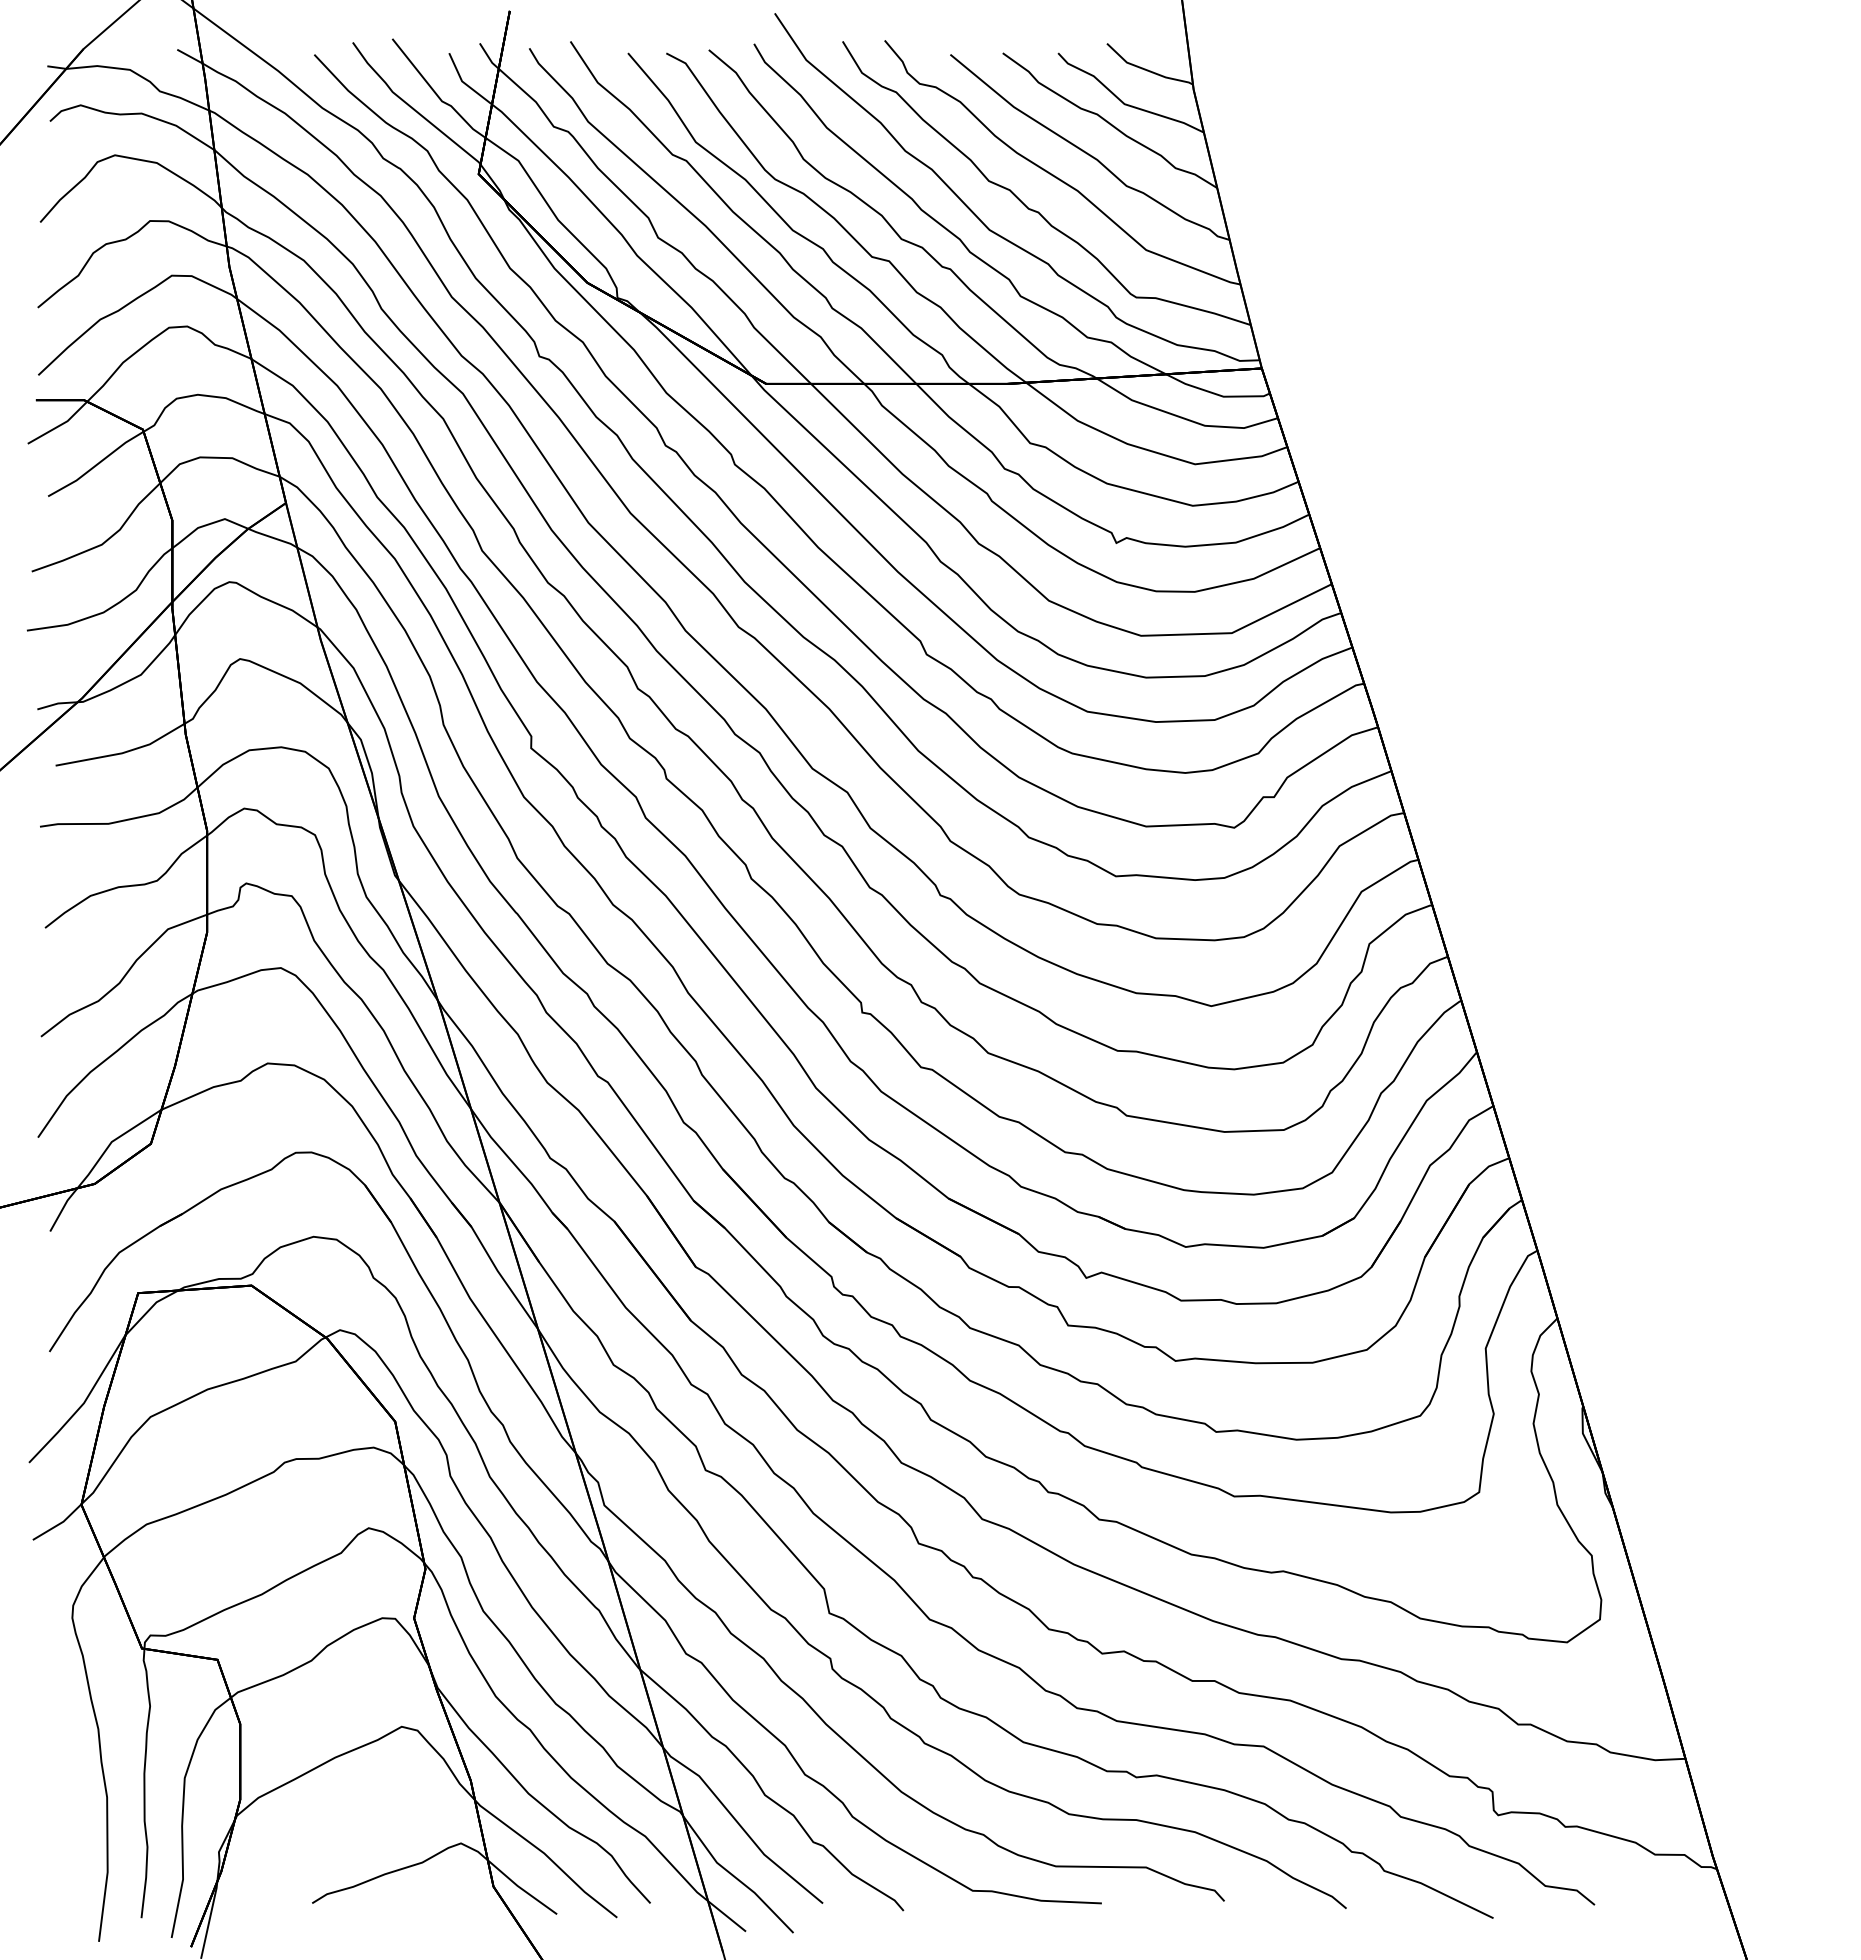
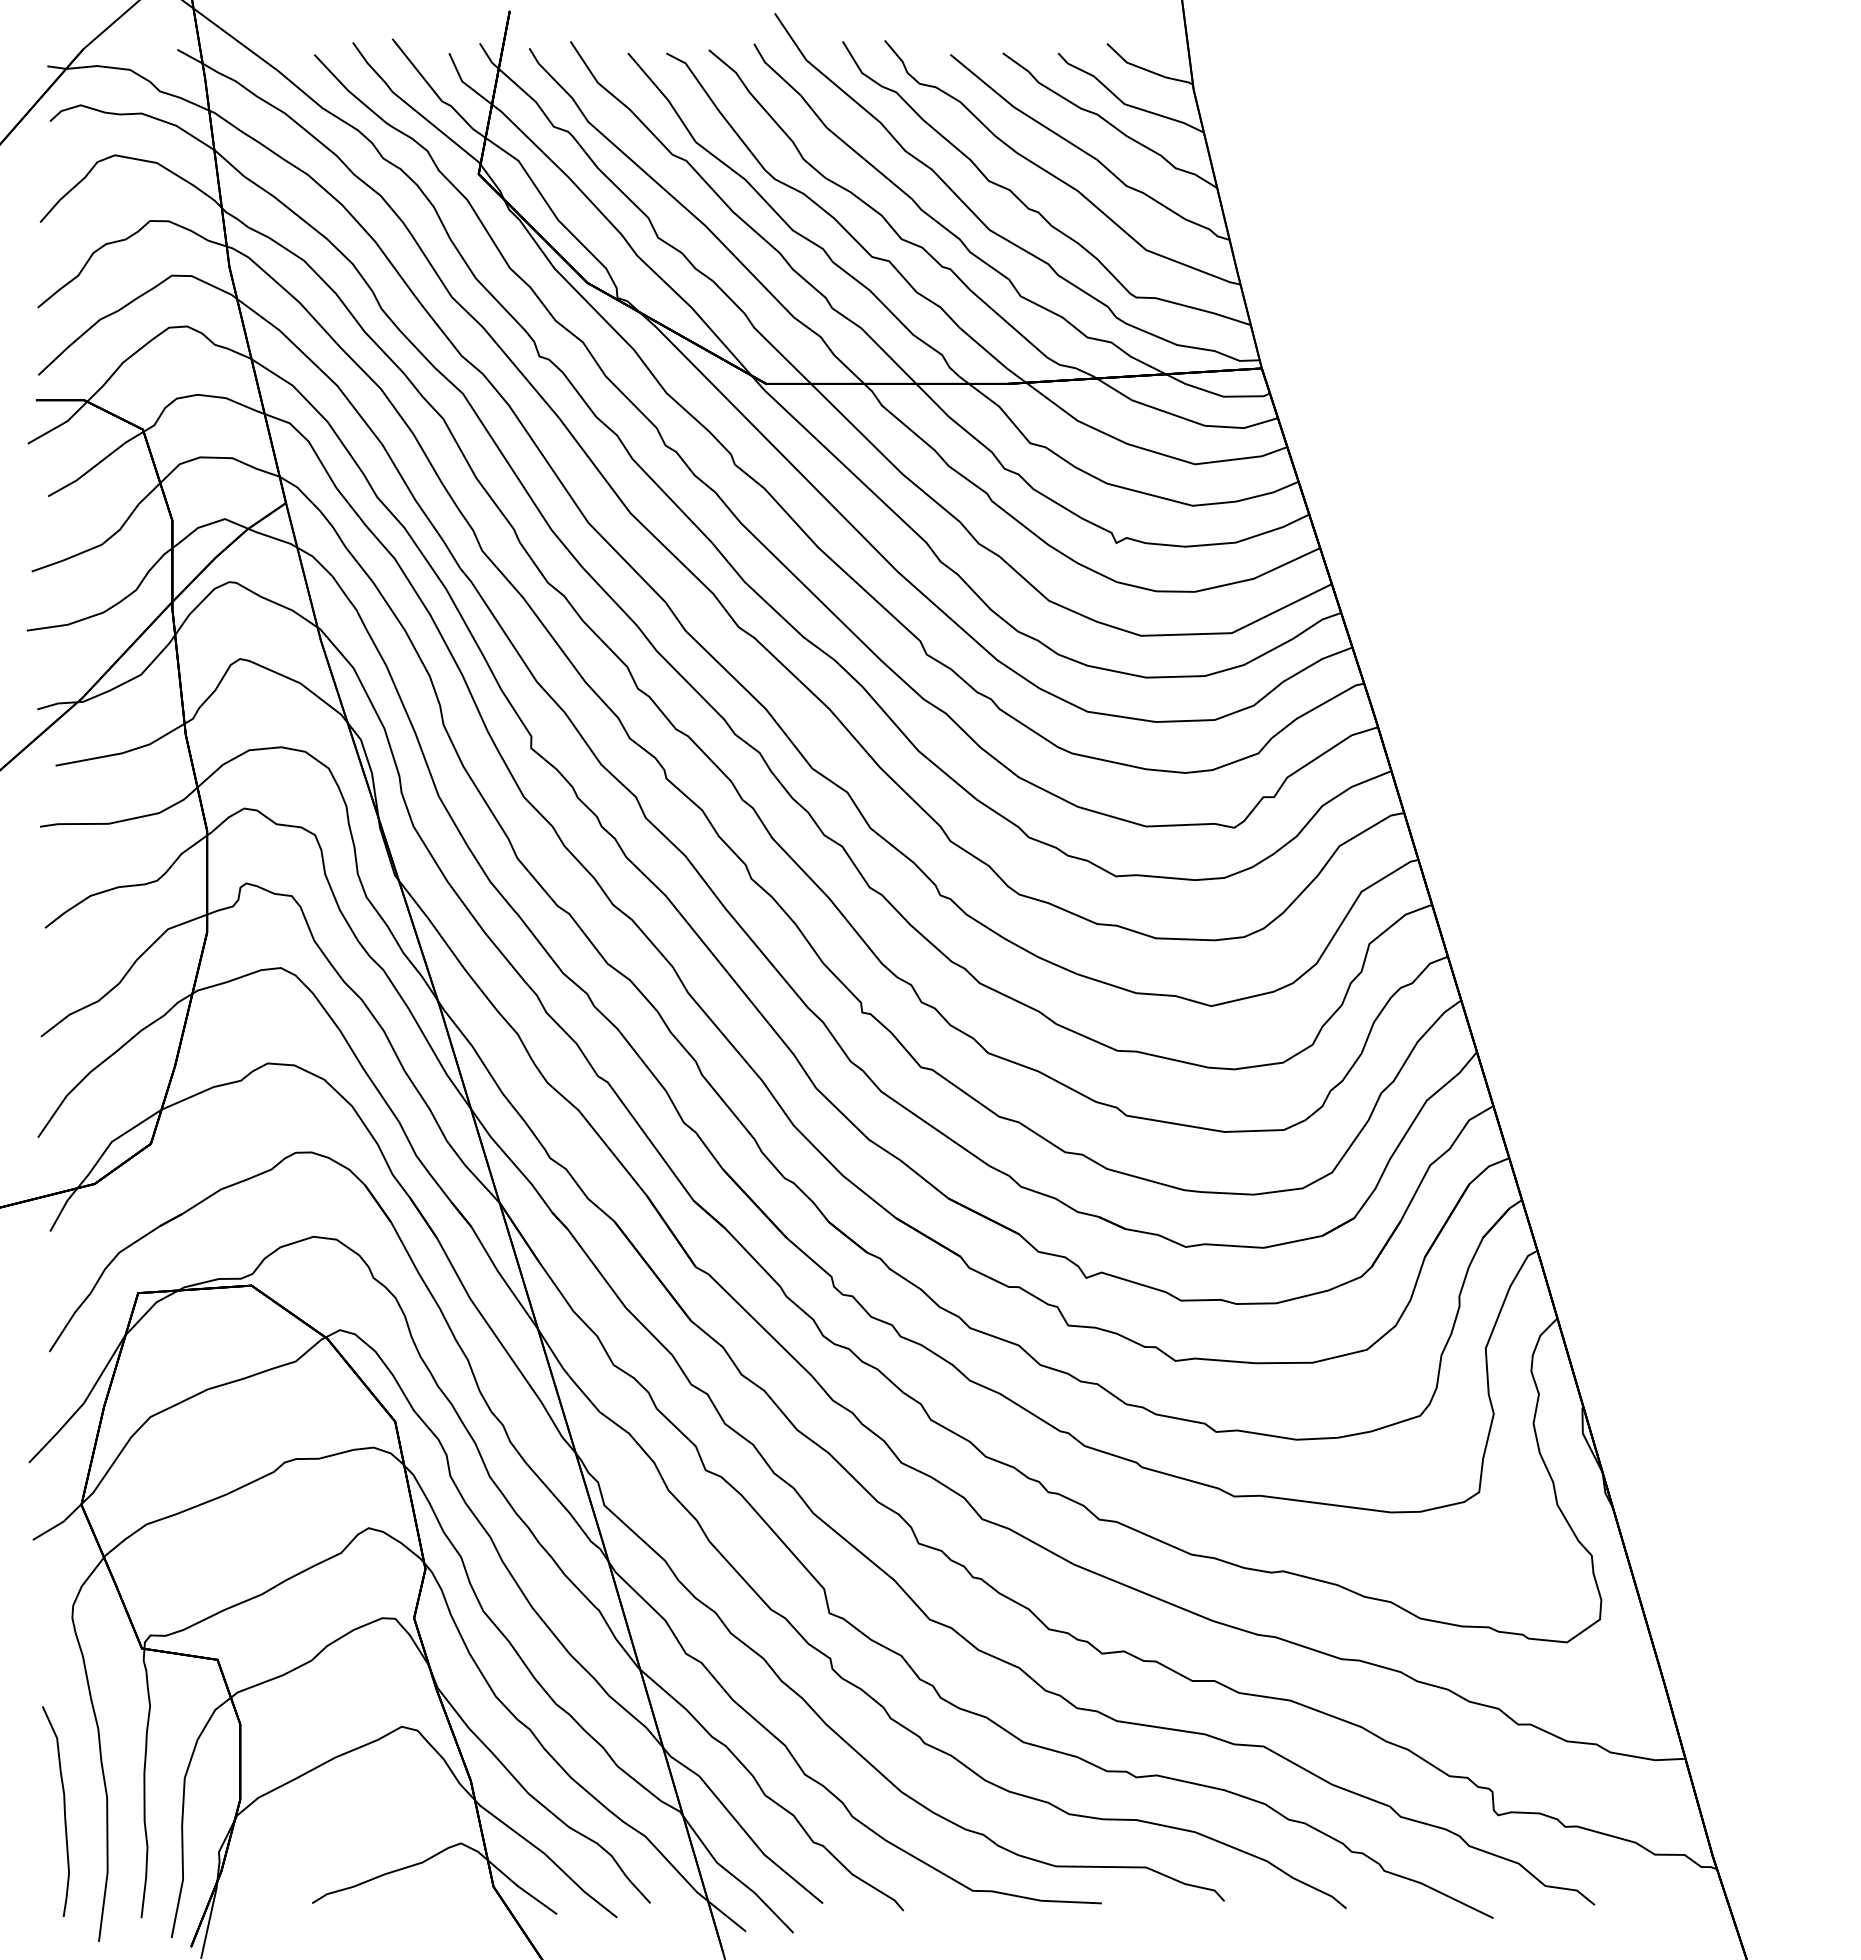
curve at (63, 1809): none -> present
